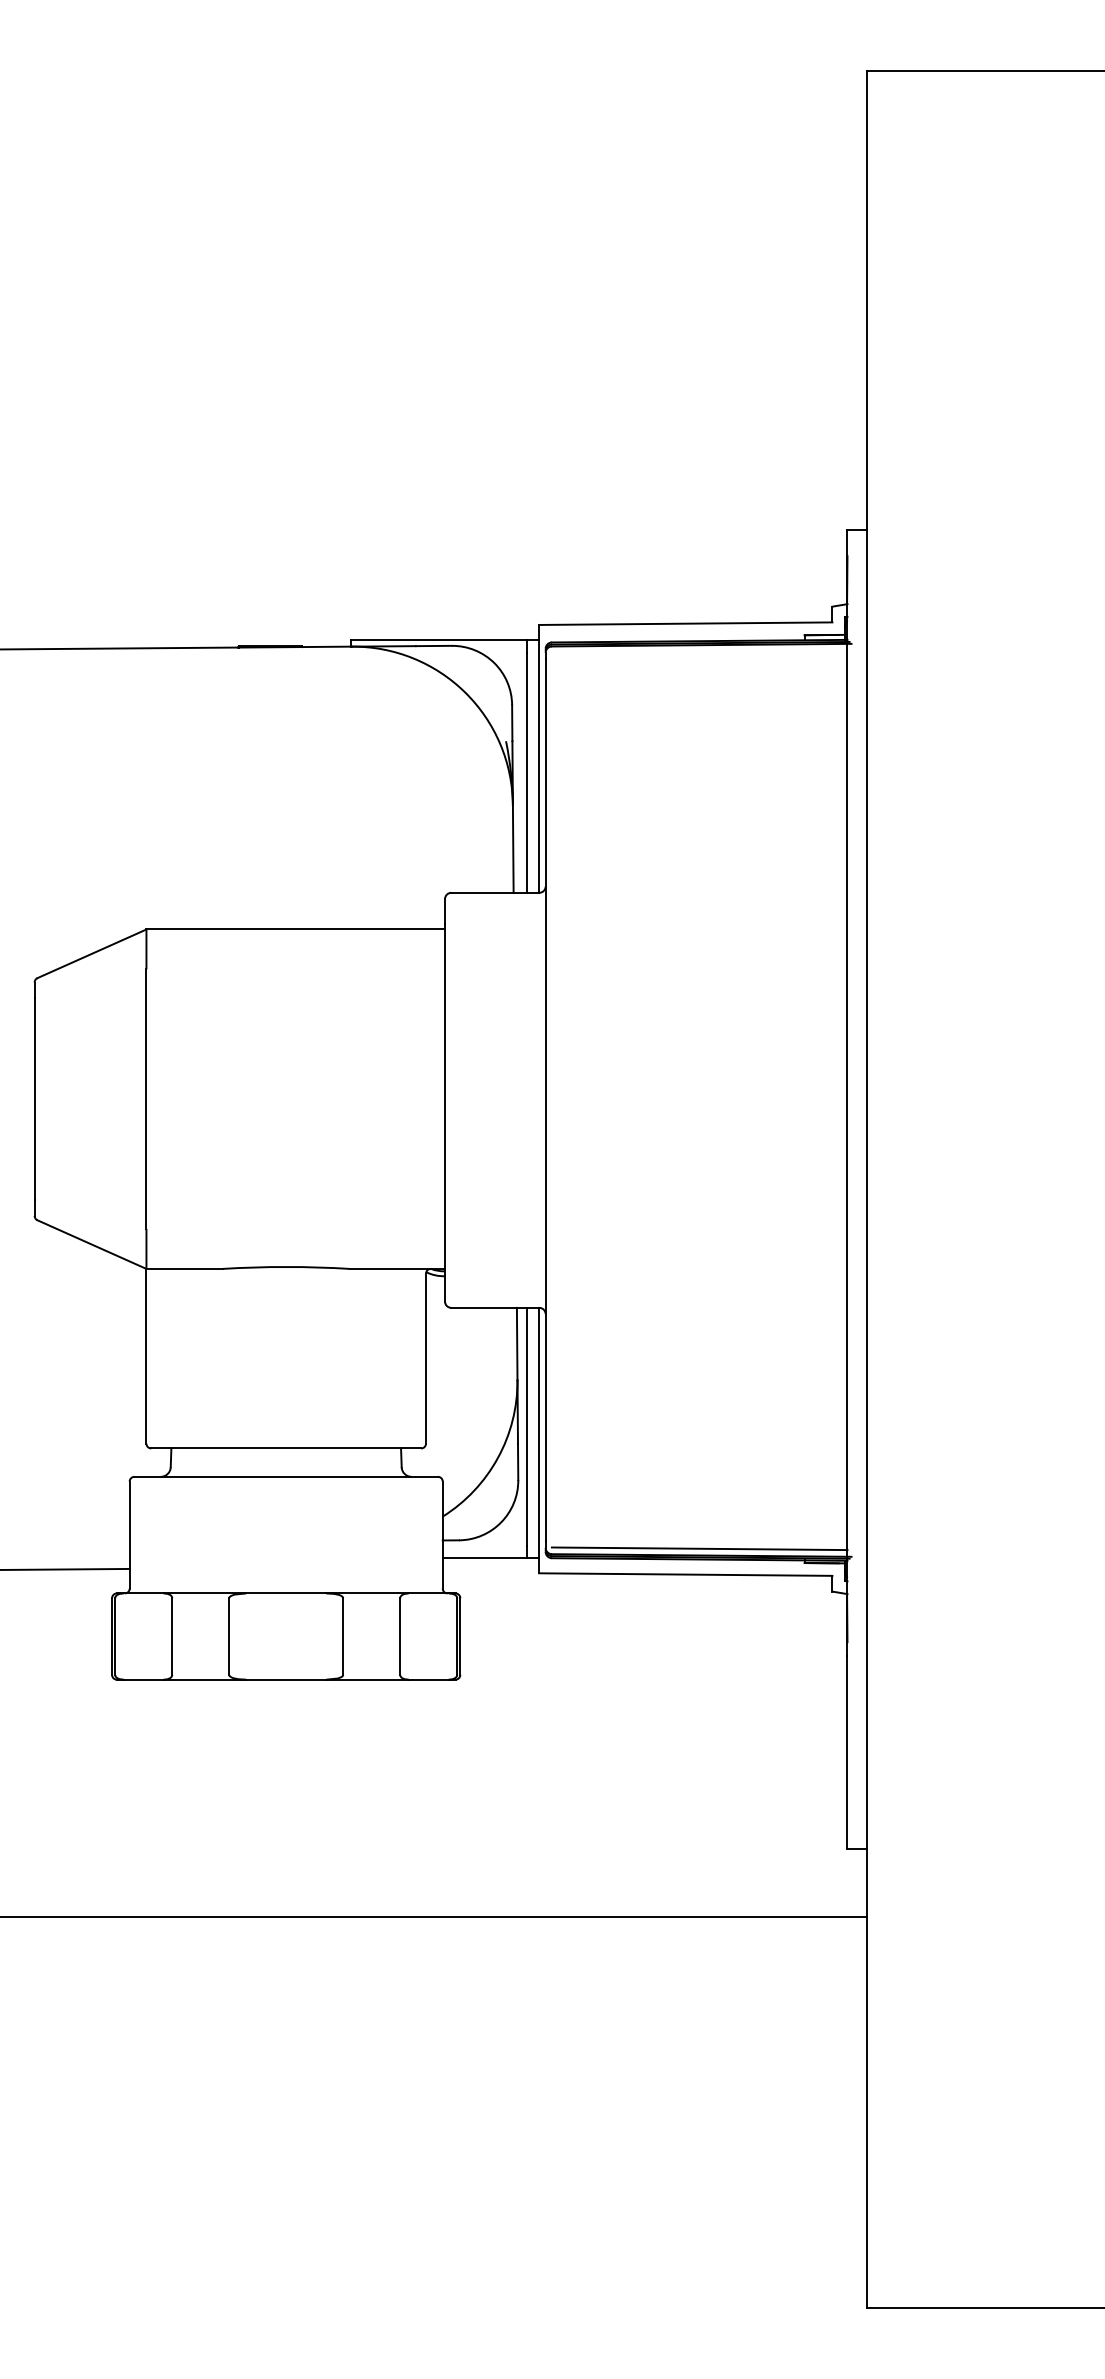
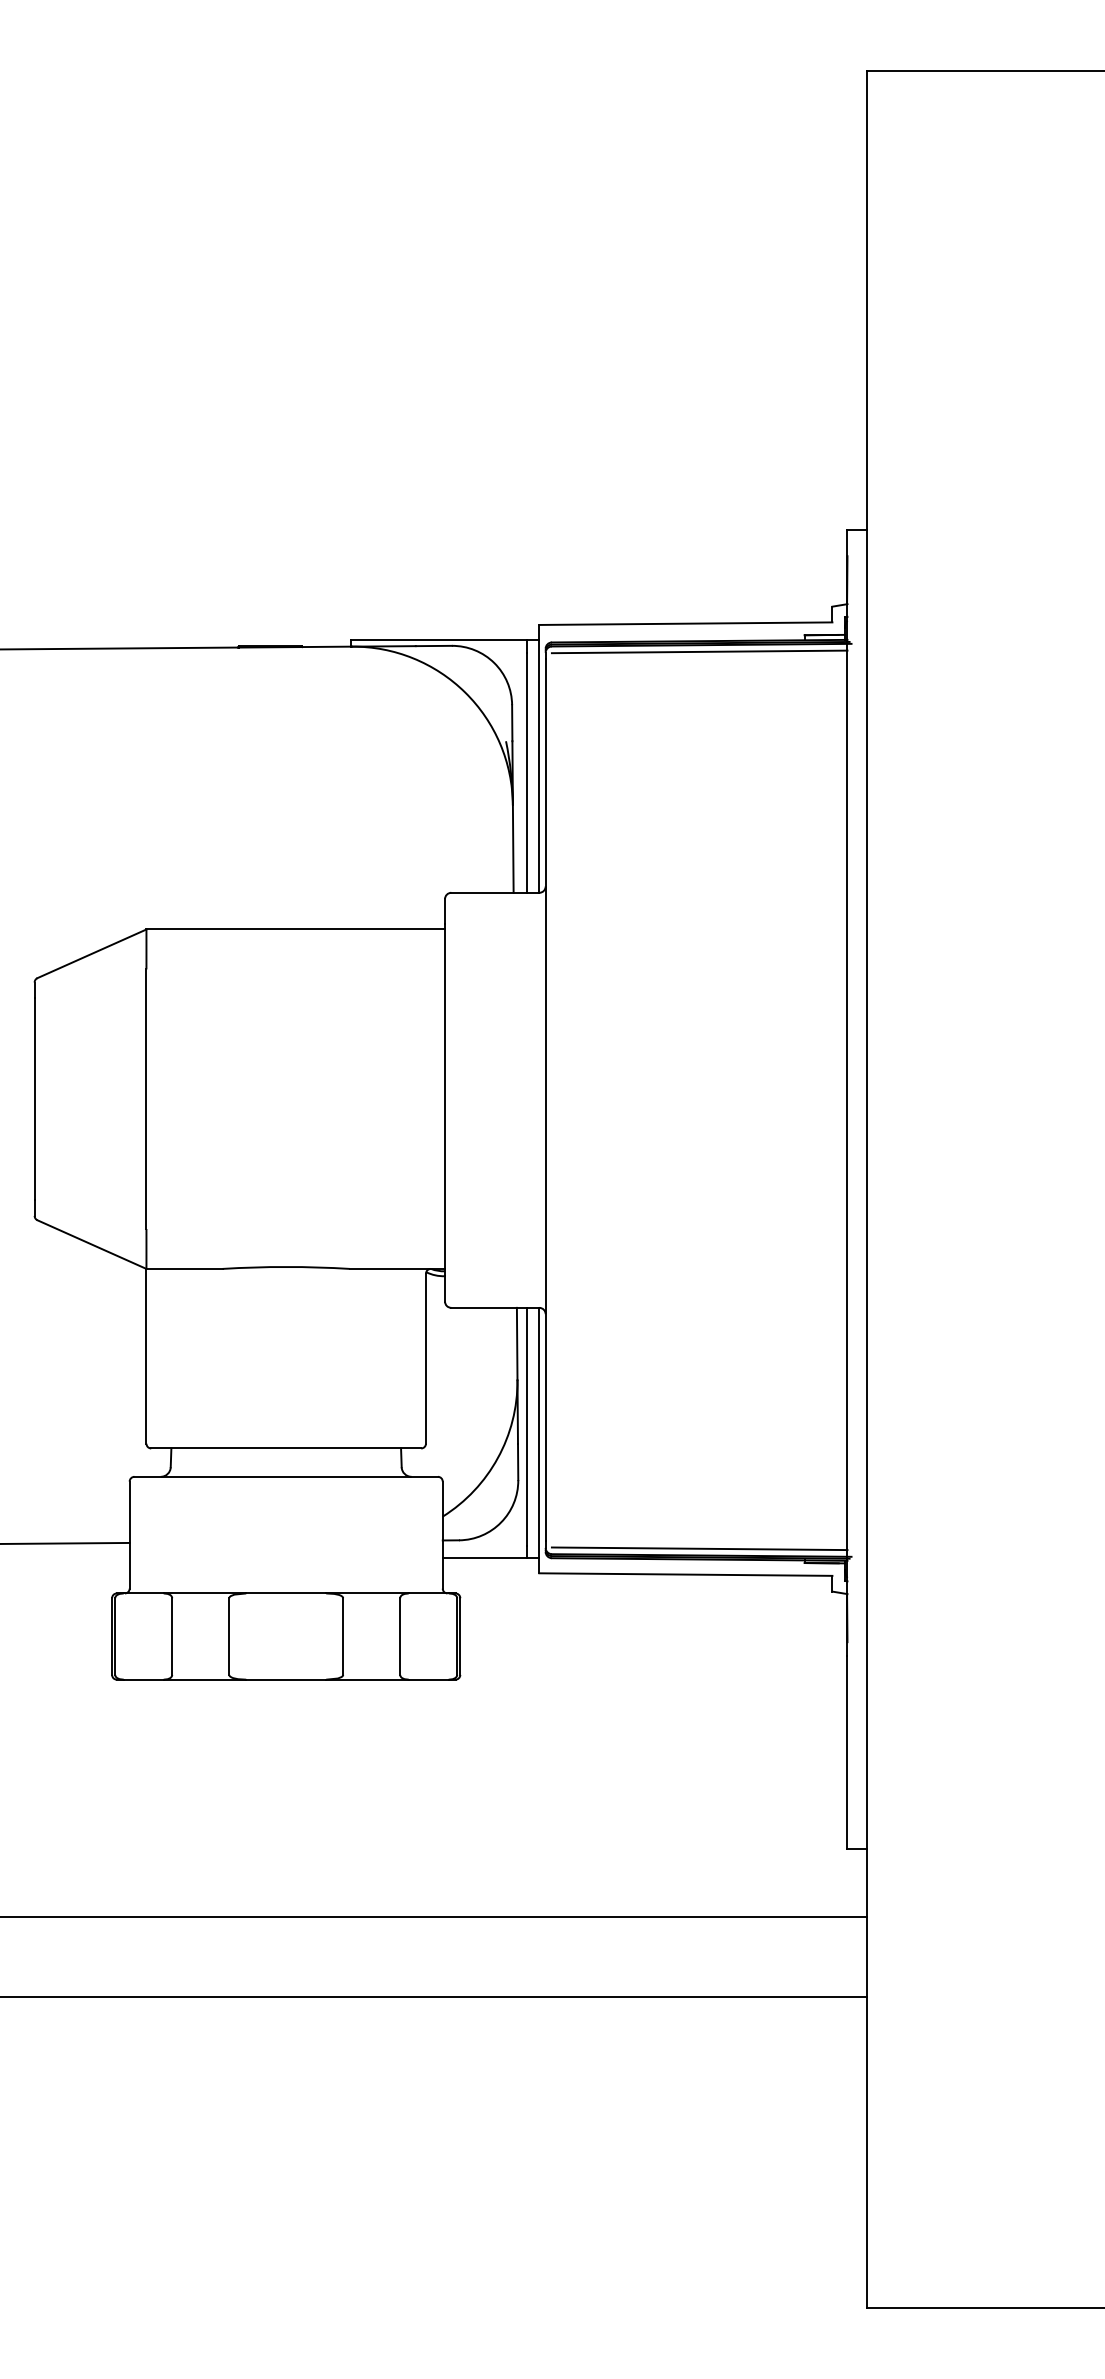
line at (699, 651): none -> present
line at (65, 1568) position: (65, 1568) -> (65, 1542)
line at (434, 1997): none -> present
